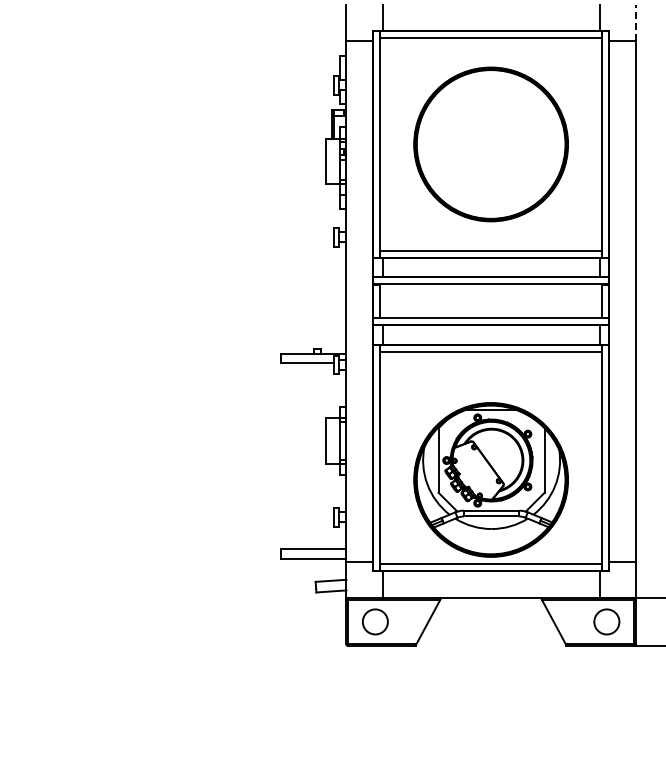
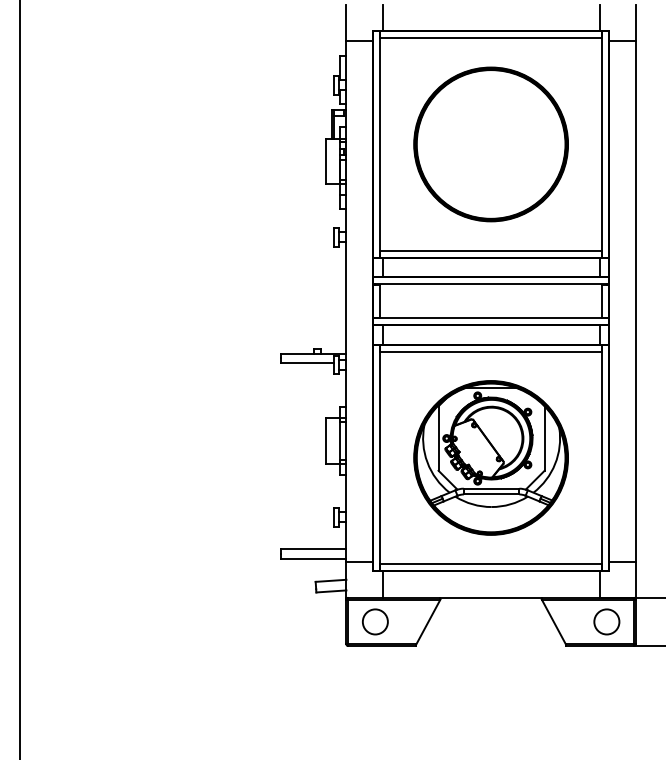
line at (635, 22): dashed -> solid
line at (20, 379): none -> present
part at (490, 479) position: (490, 479) -> (490, 457)
